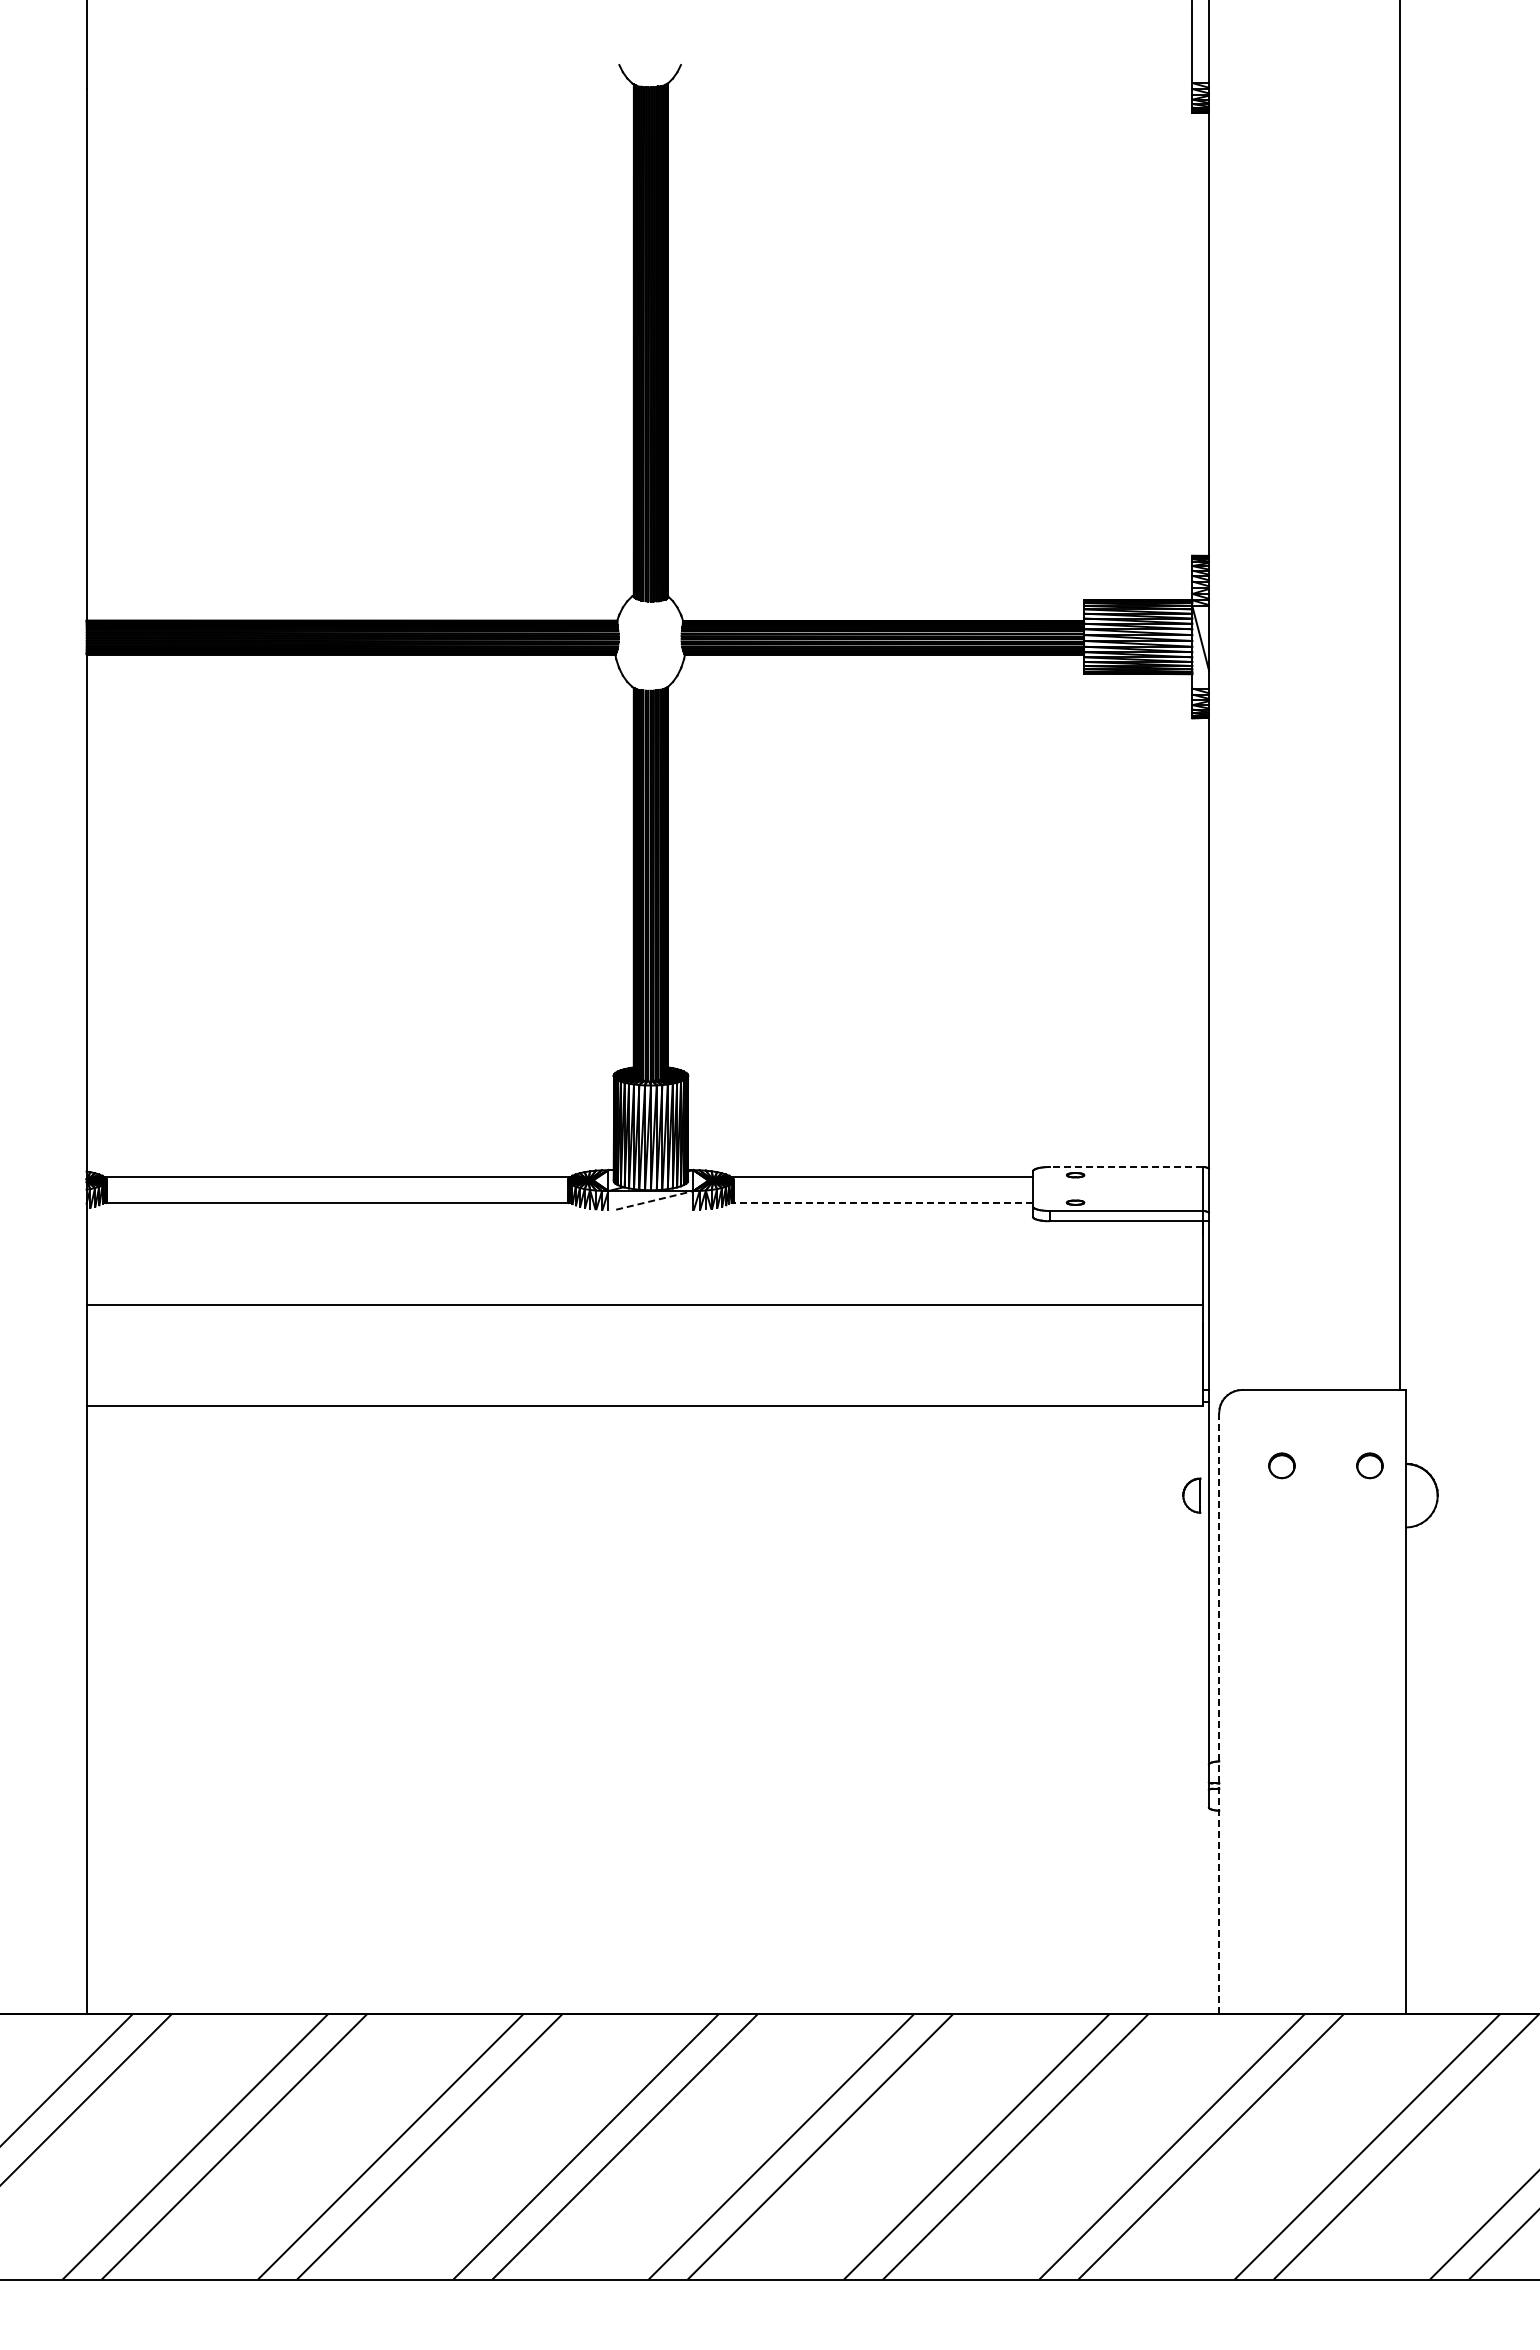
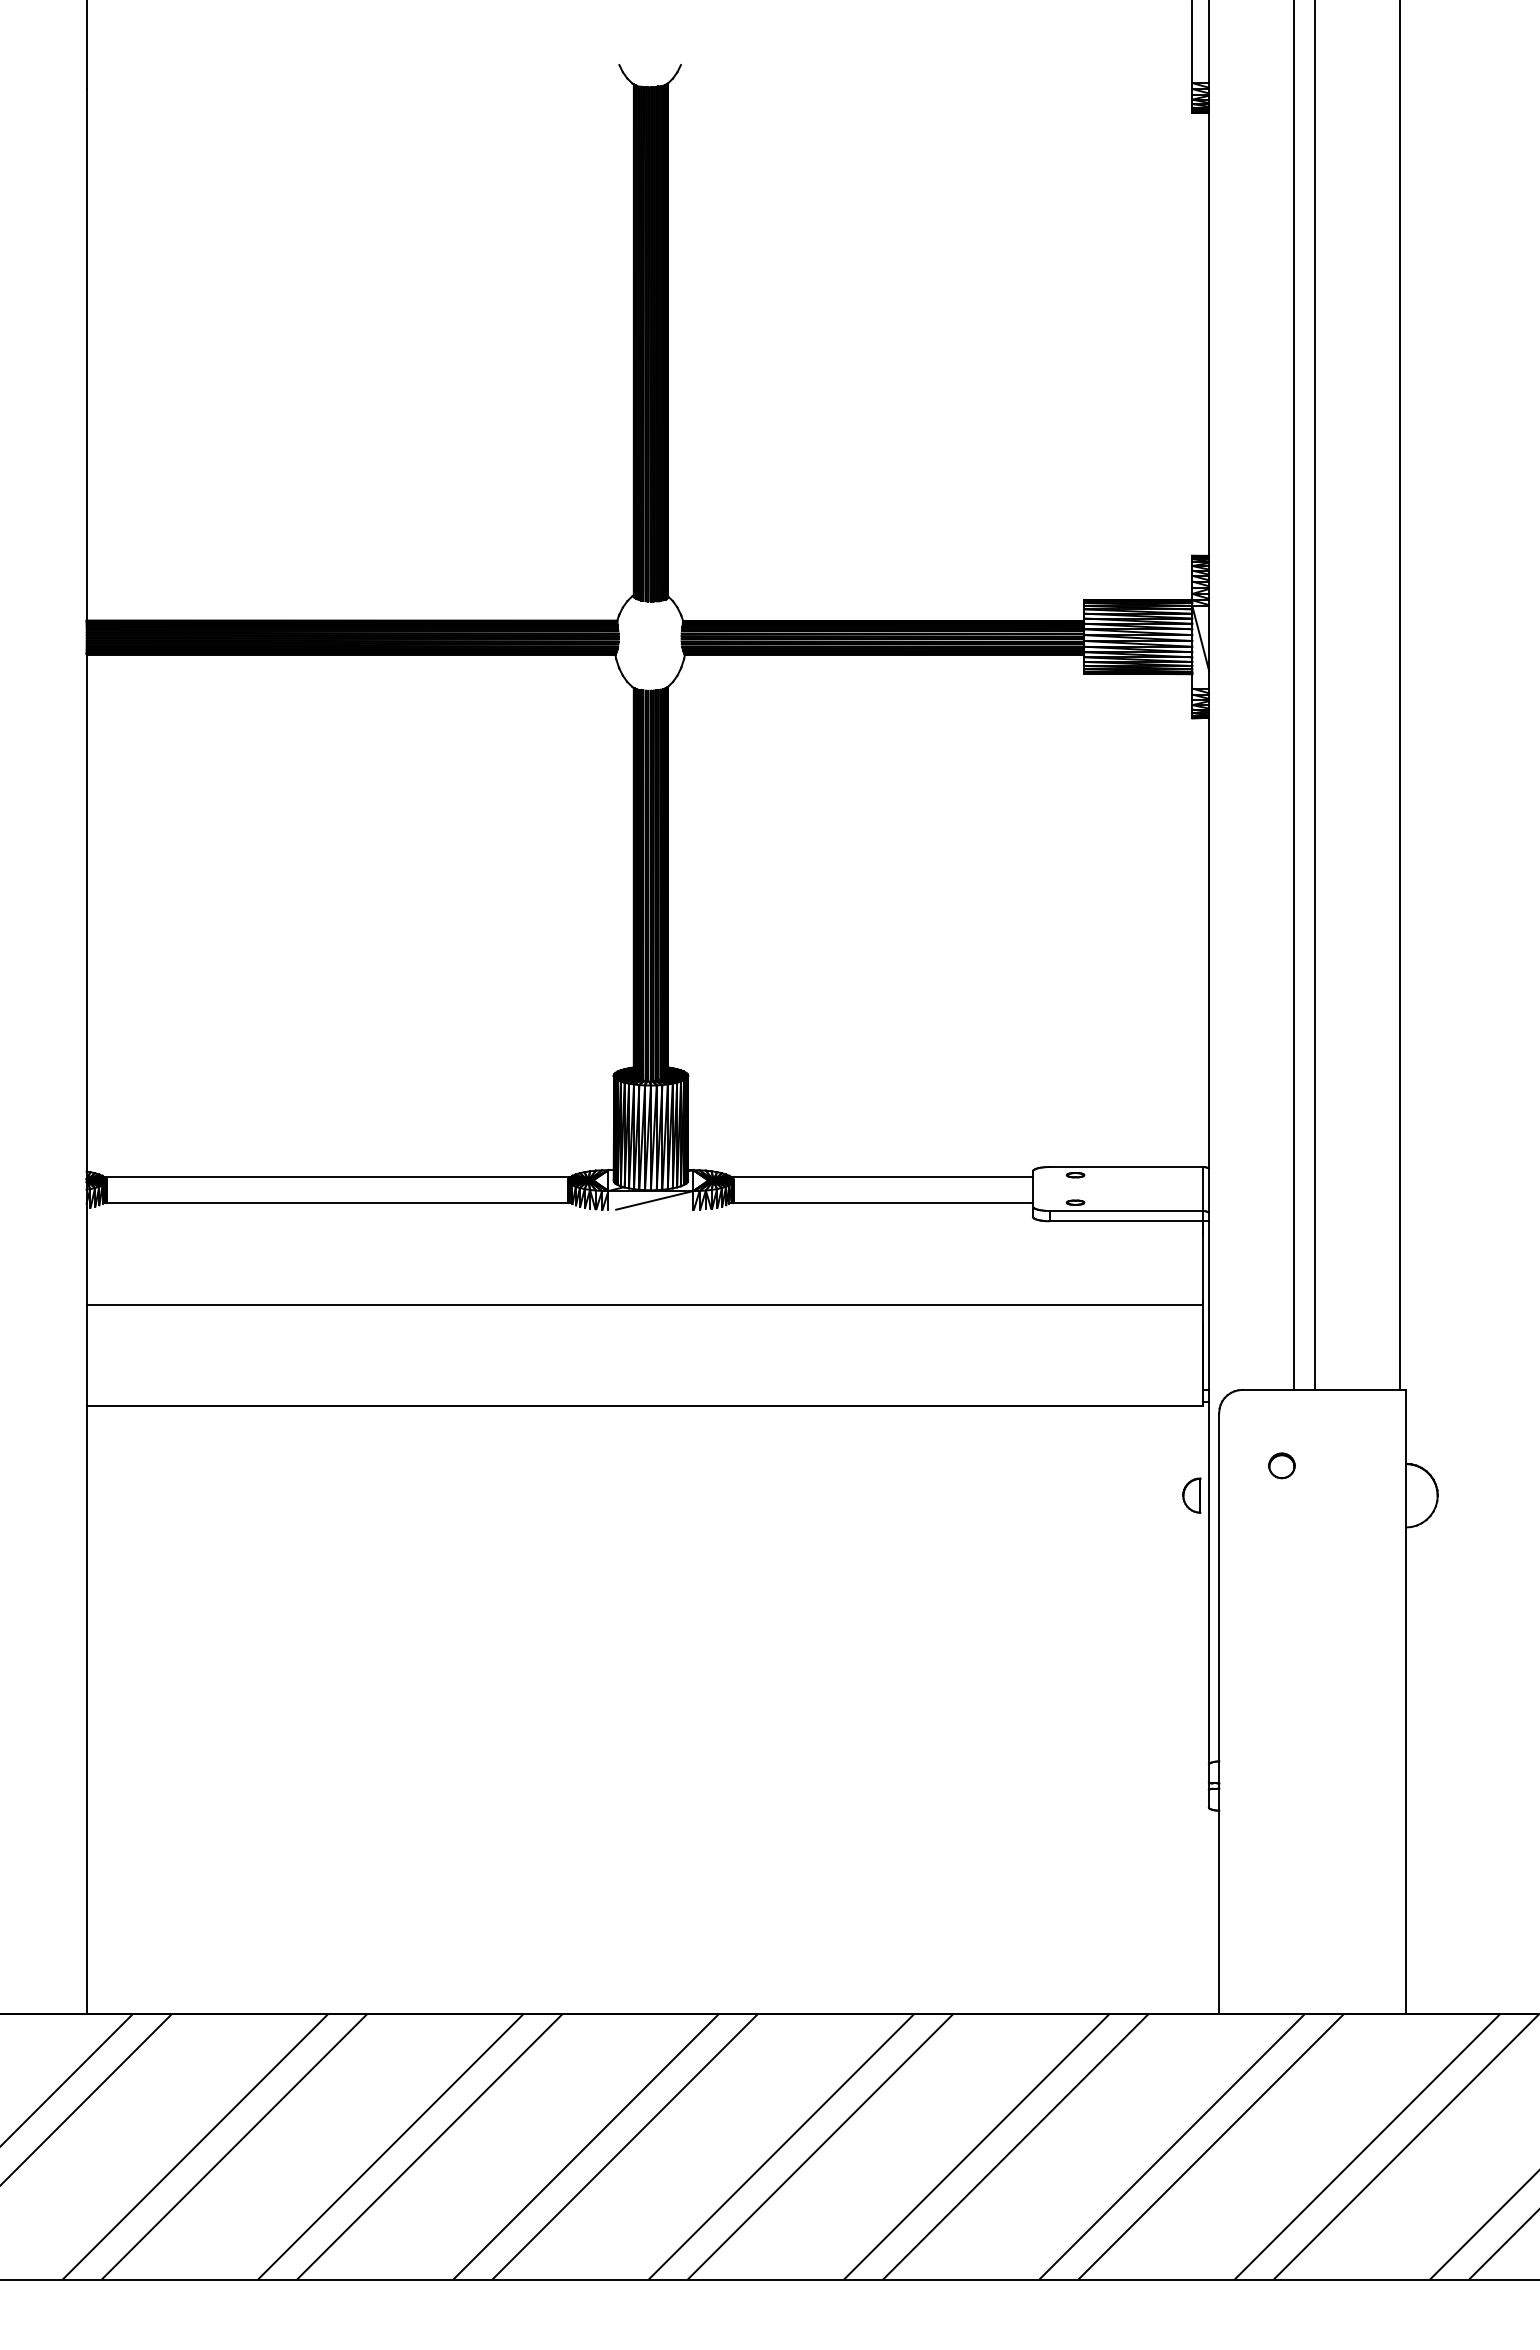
line at (1293, 695): none -> present
line at (1315, 695): none -> present
line at (1126, 1166): dashed -> solid
line at (654, 1200): dashed -> solid
line at (882, 1203): dashed -> solid
part at (1369, 1465): present -> none
line at (1219, 1713): dashed -> solid
